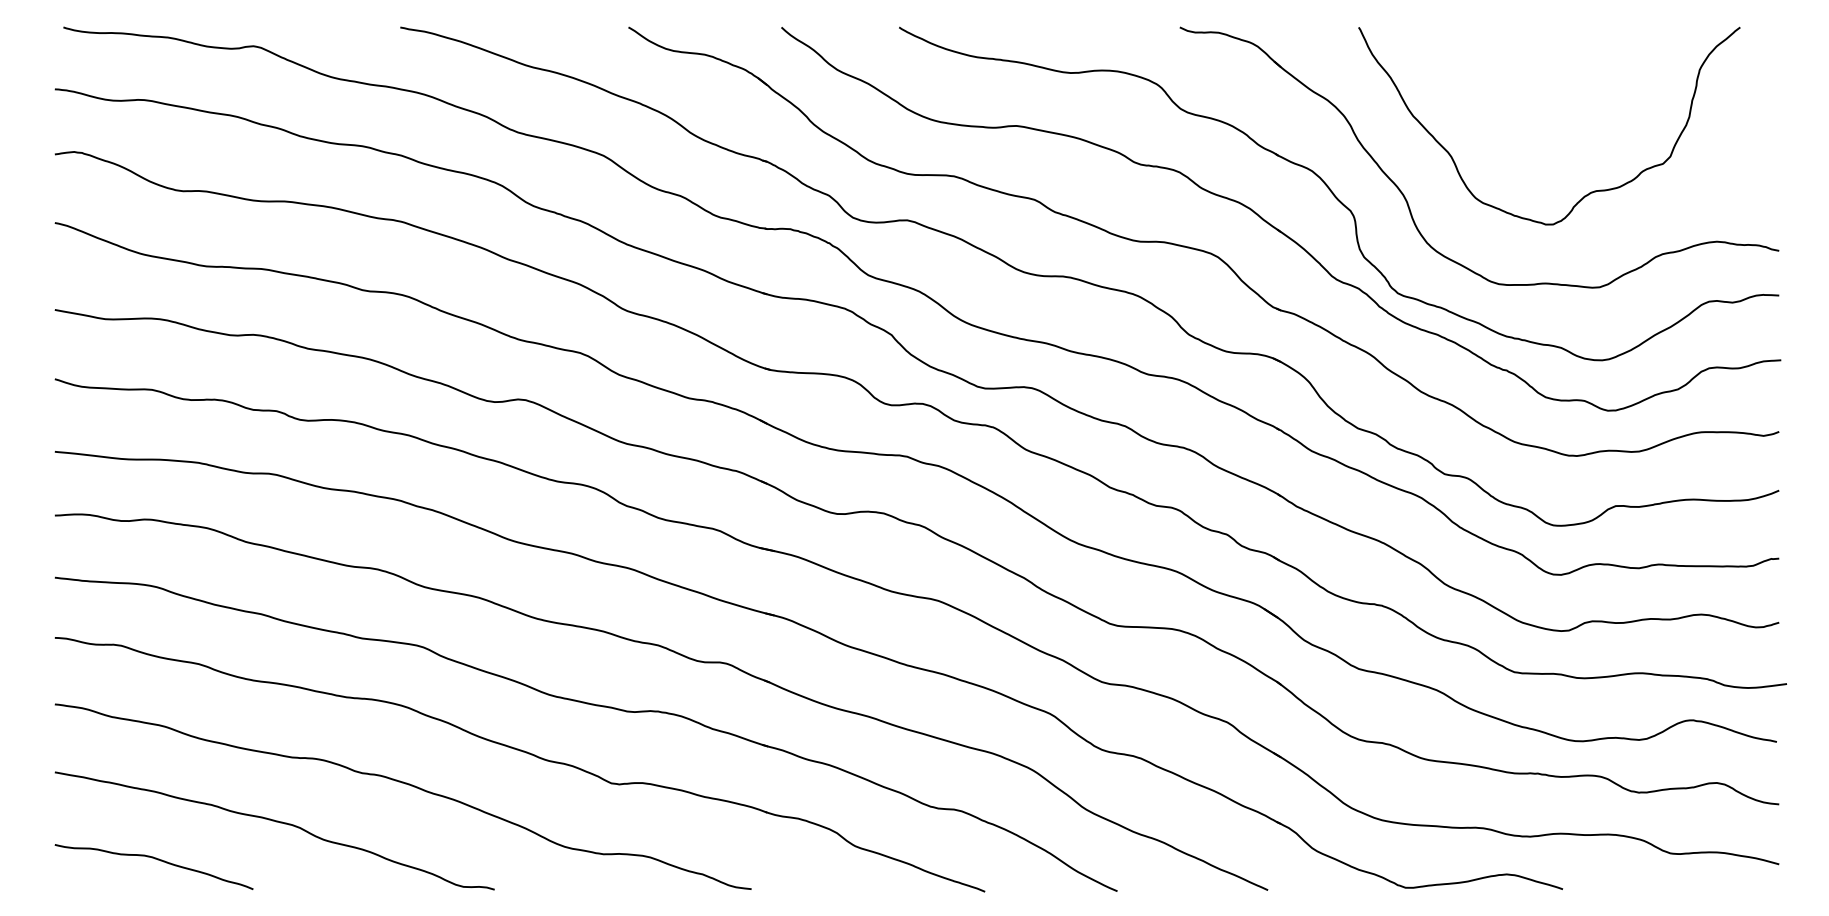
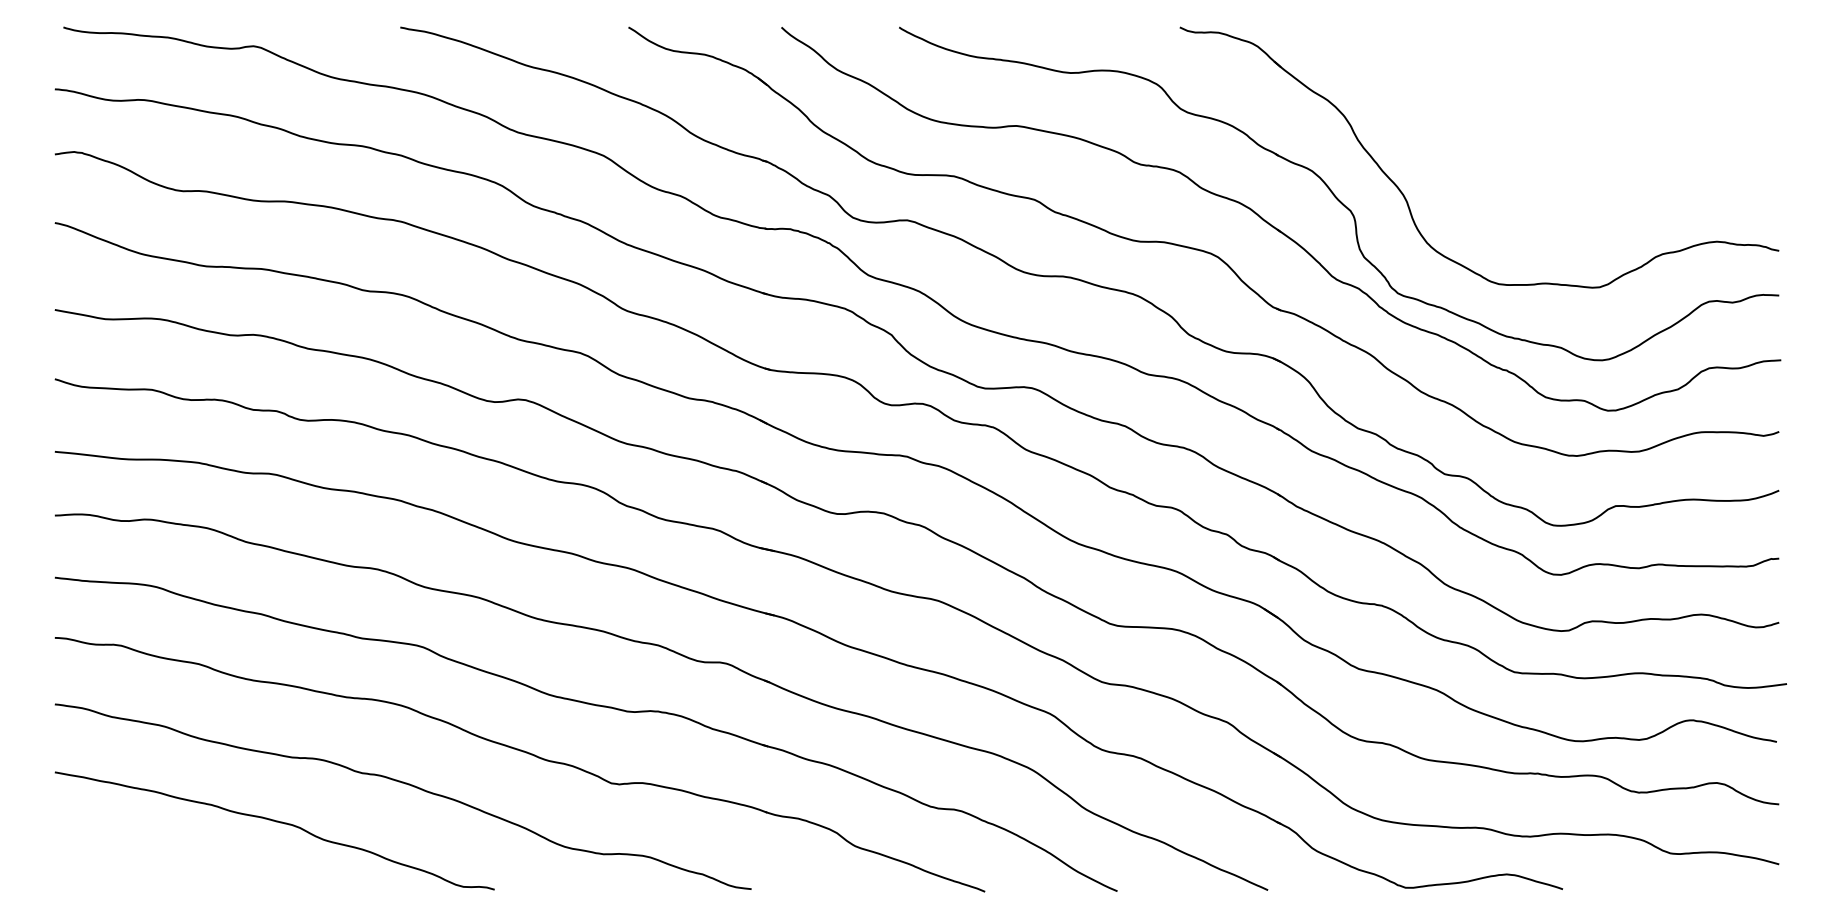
curve at (1589, 192): present -> none
curve at (157, 860): present -> none
